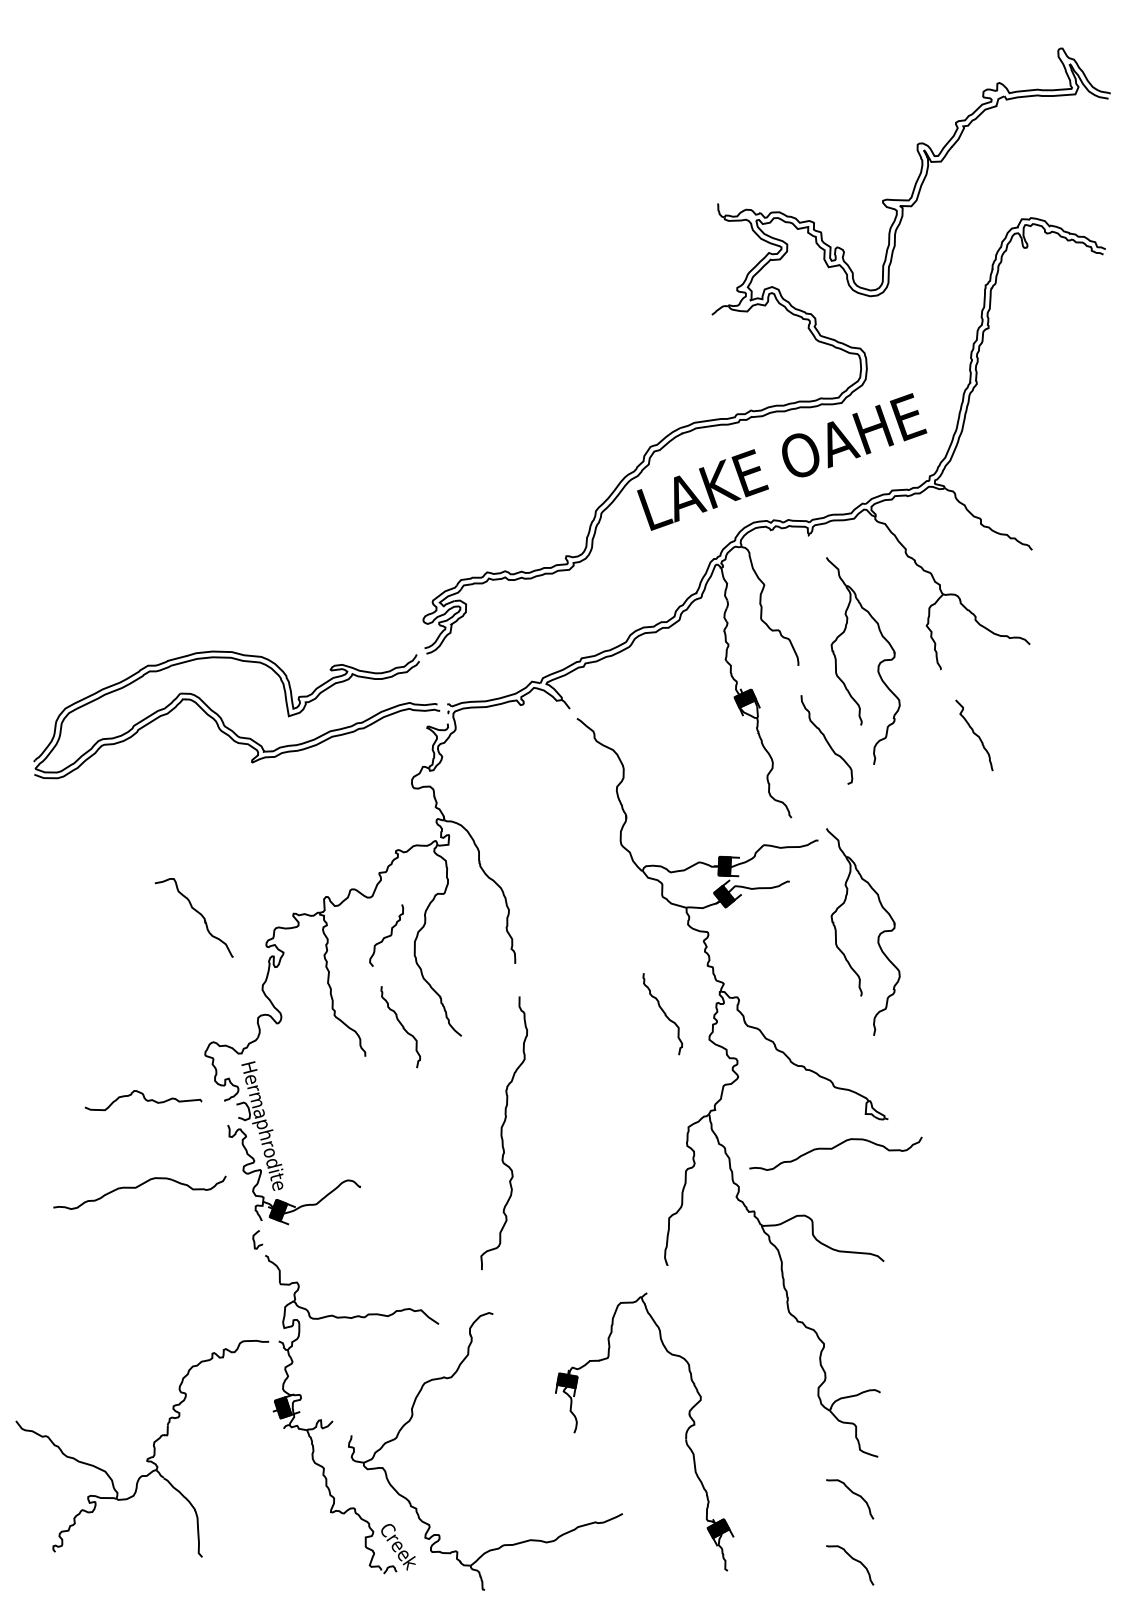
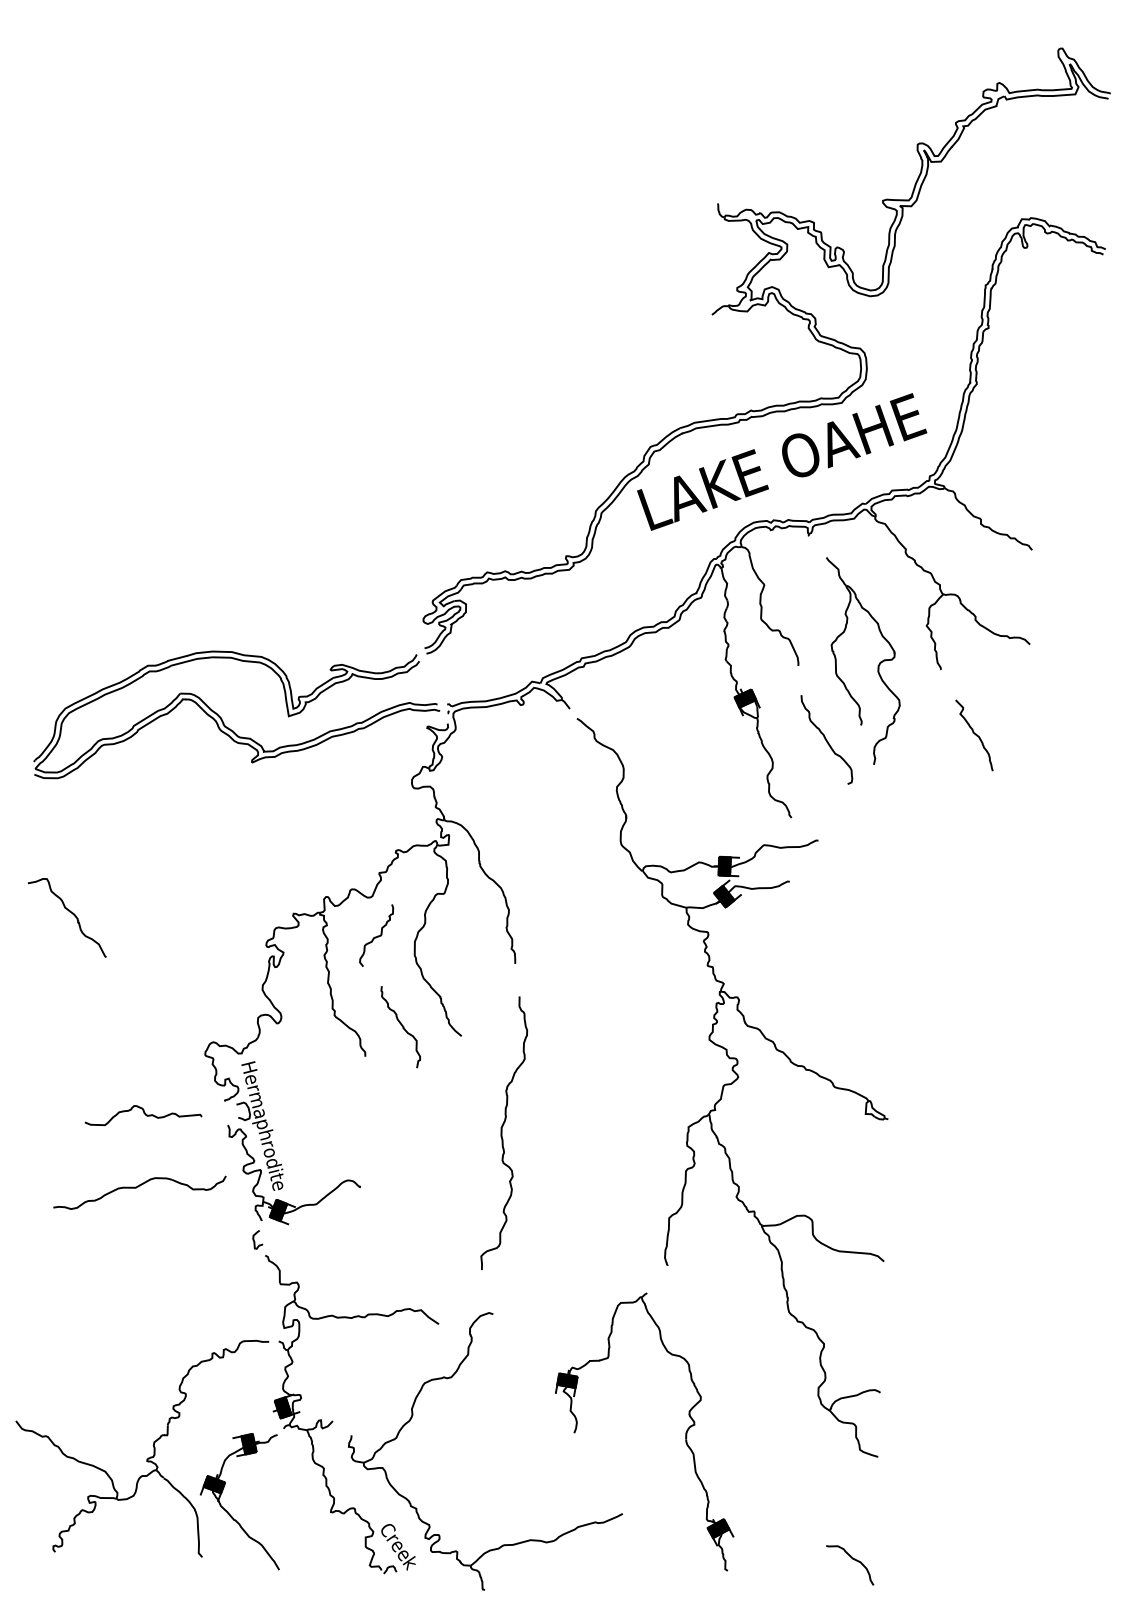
curve at (196, 912) position: (196, 912) -> (69, 912)
curve at (387, 935) position: (387, 935) -> (377, 935)
part at (877, 937): present -> none
curve at (663, 1013): present -> none
part at (143, 1100) position: (143, 1100) -> (143, 1115)
part at (835, 1153): present -> none
curve at (852, 1493): present -> none
part at (228, 1511): none -> present
